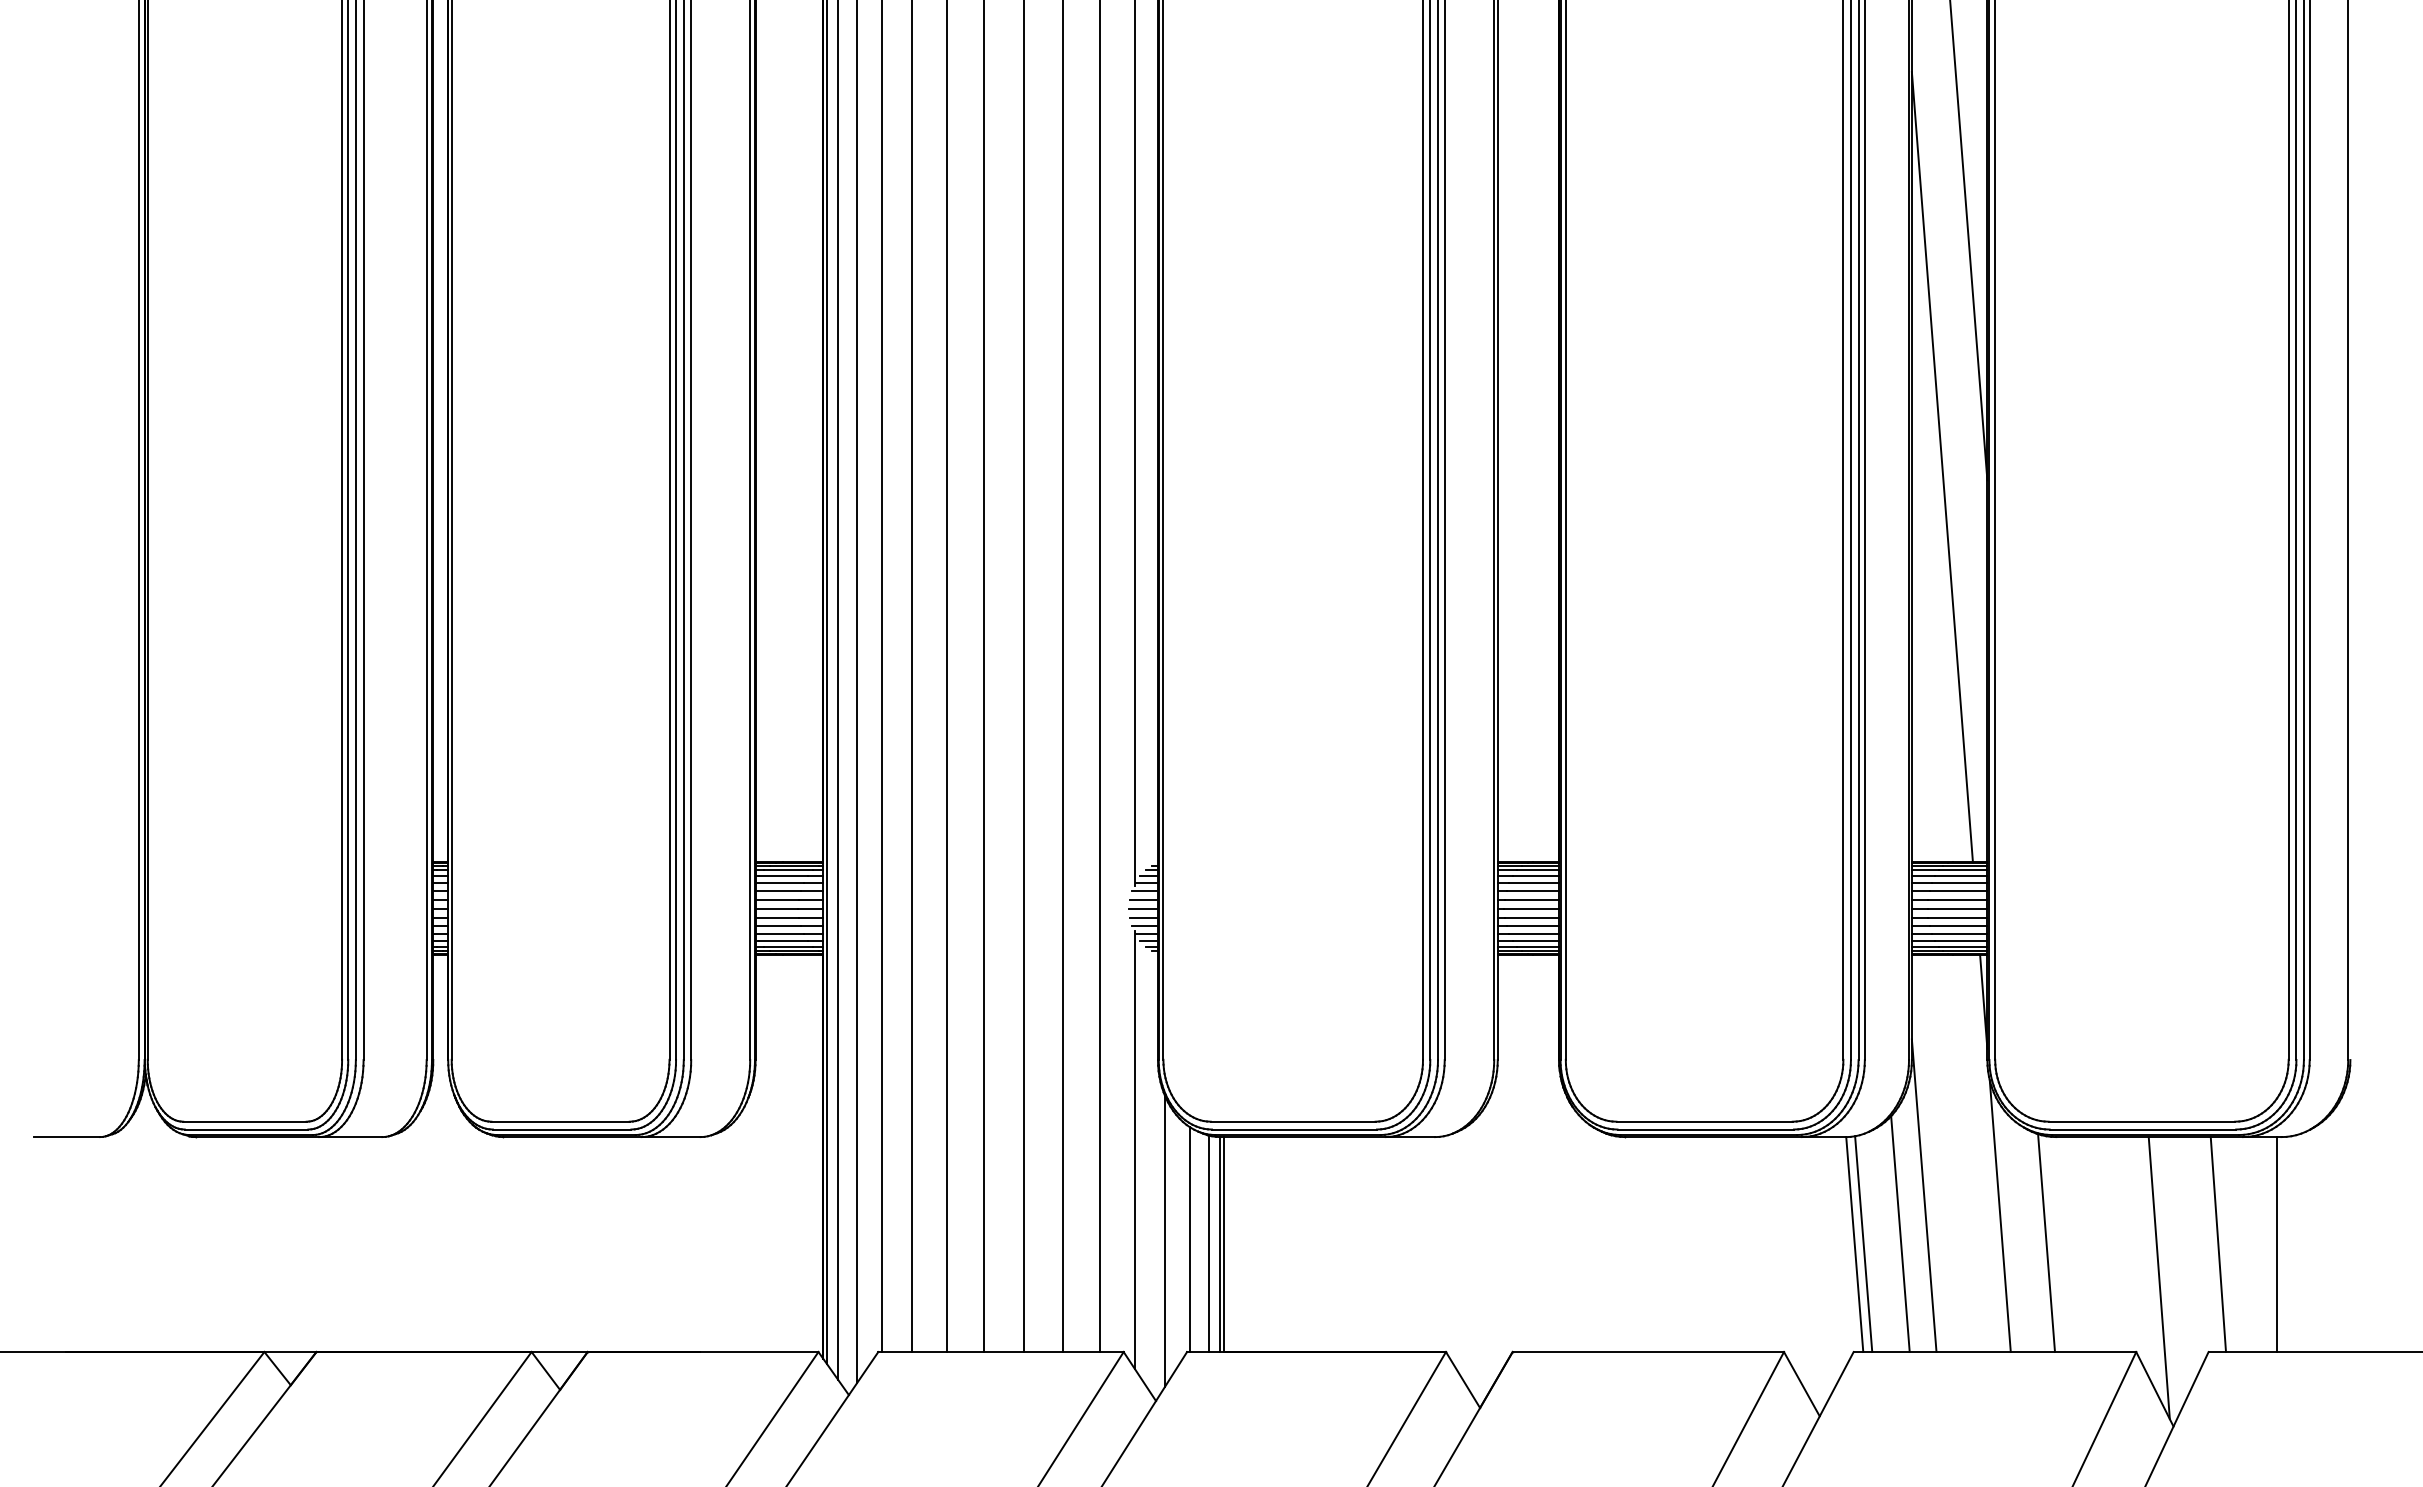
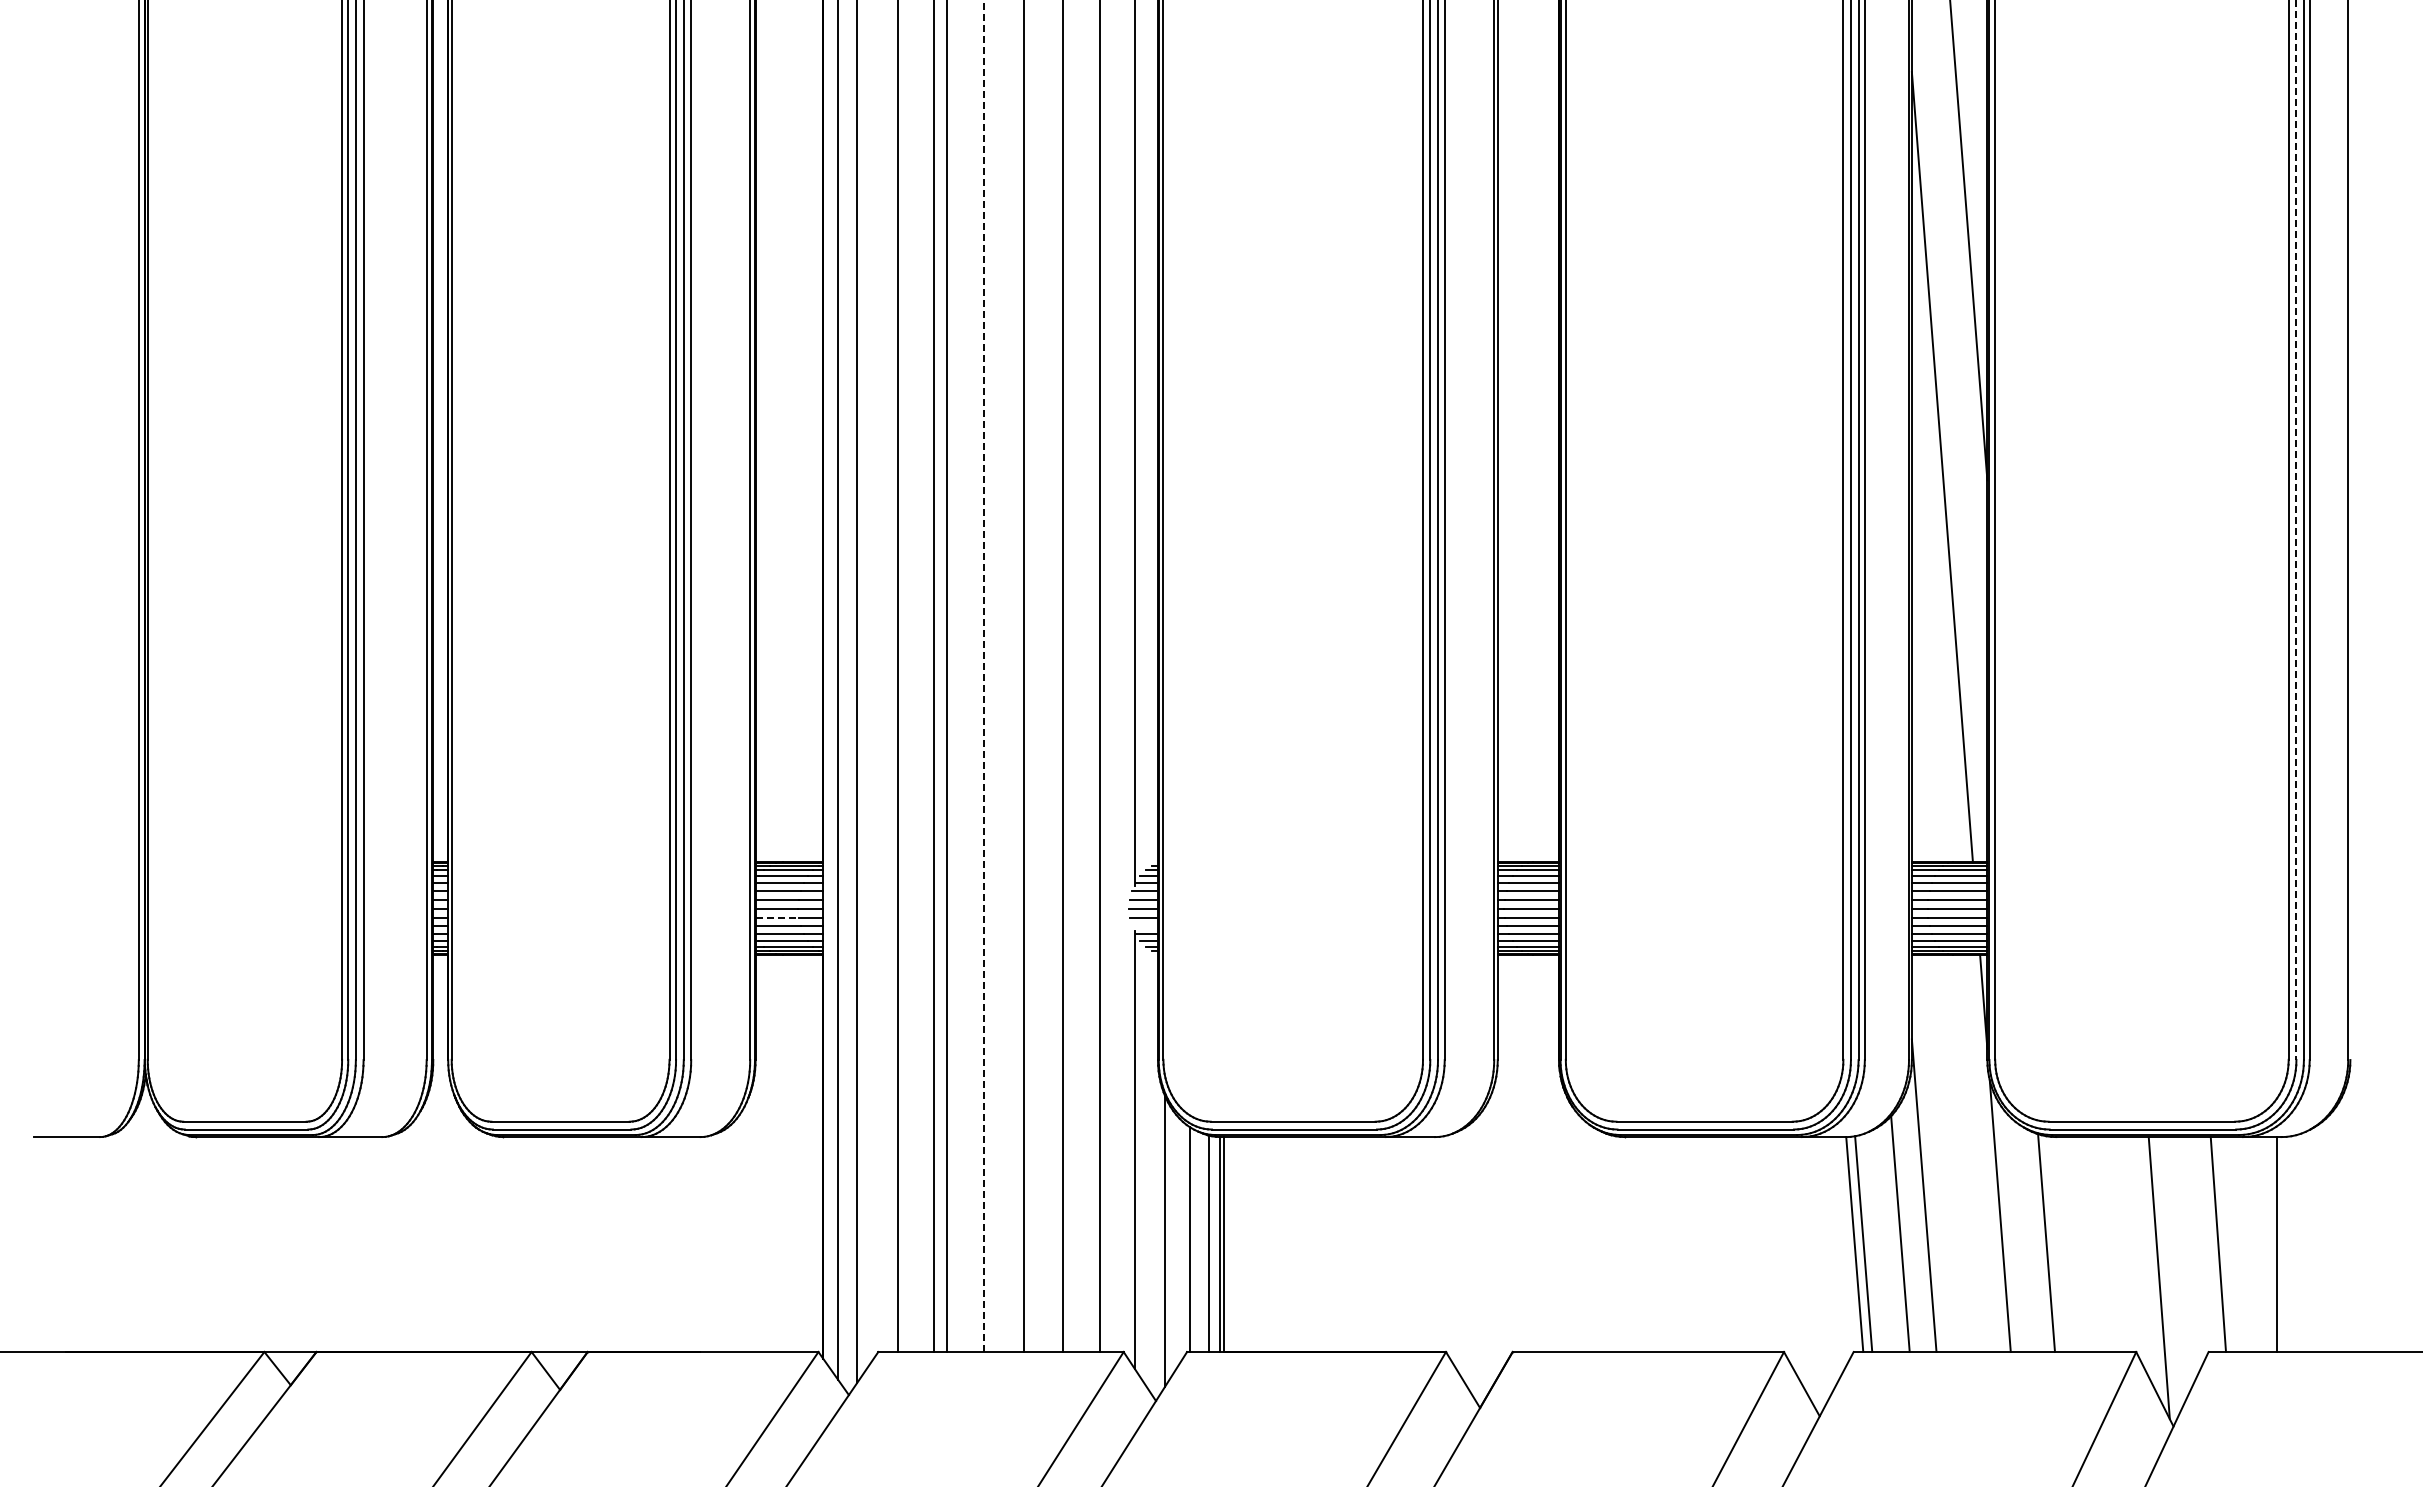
line at (2296, 530): solid -> dashed
line at (984, 676): solid -> dashed
line at (881, 677) position: (881, 677) -> (897, 677)
line at (912, 677) position: (912, 677) -> (934, 677)
line at (827, 683): present -> none
line at (777, 917): solid -> dashed
line at (1145, 926): present -> none
